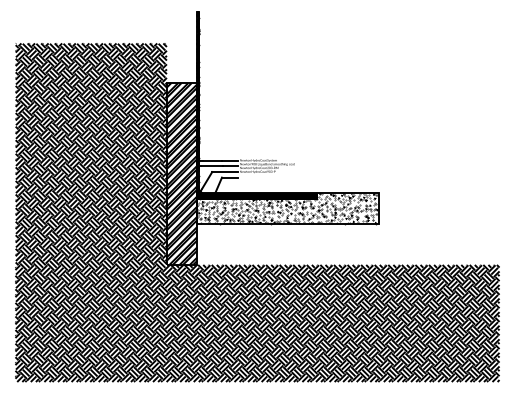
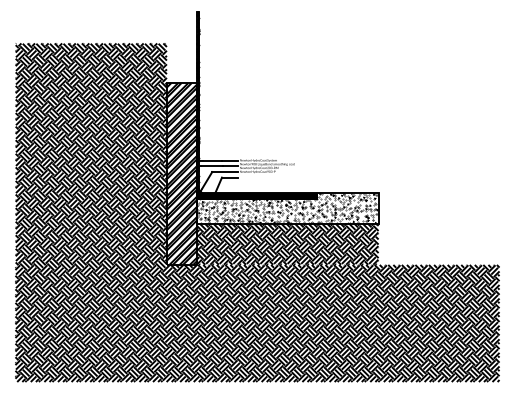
hatch at (287, 243): none -> present
